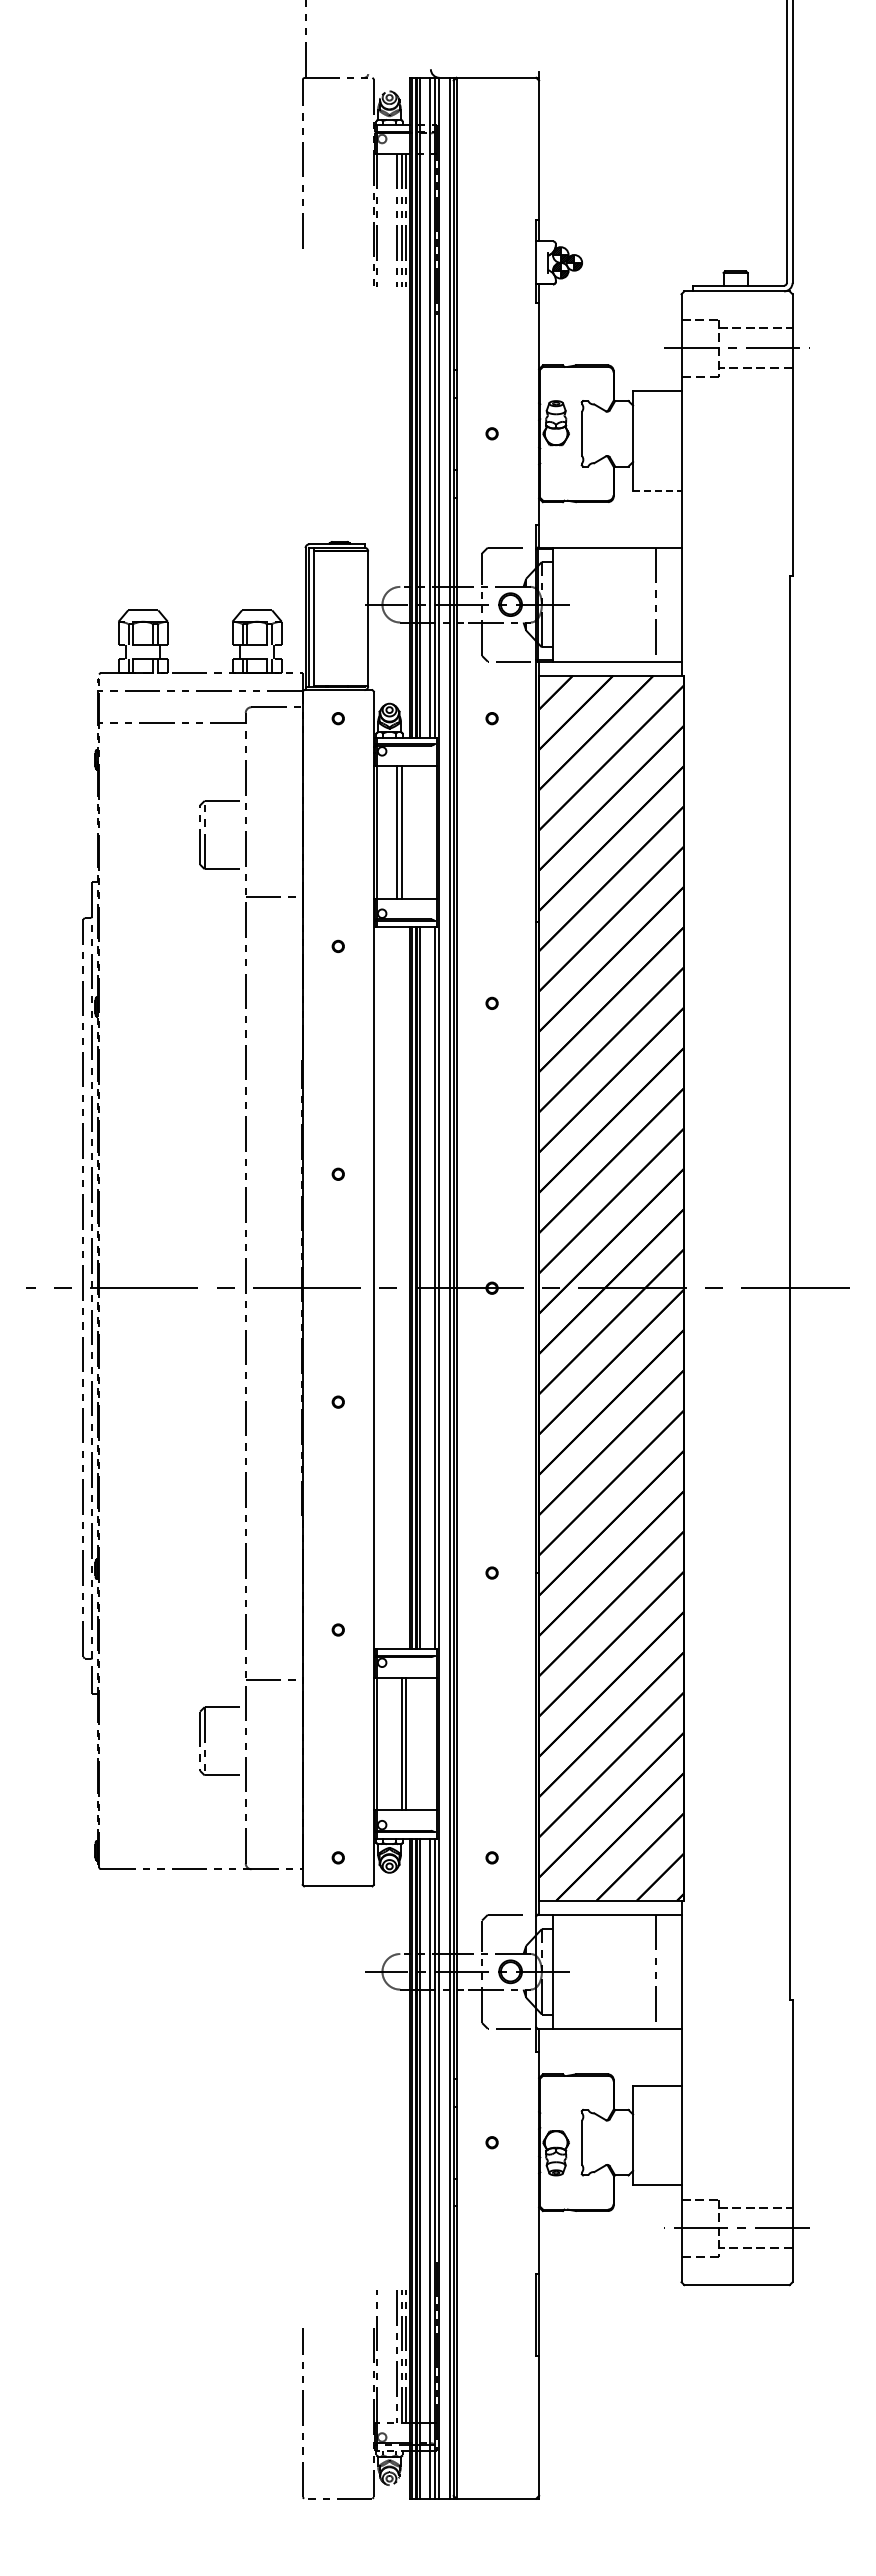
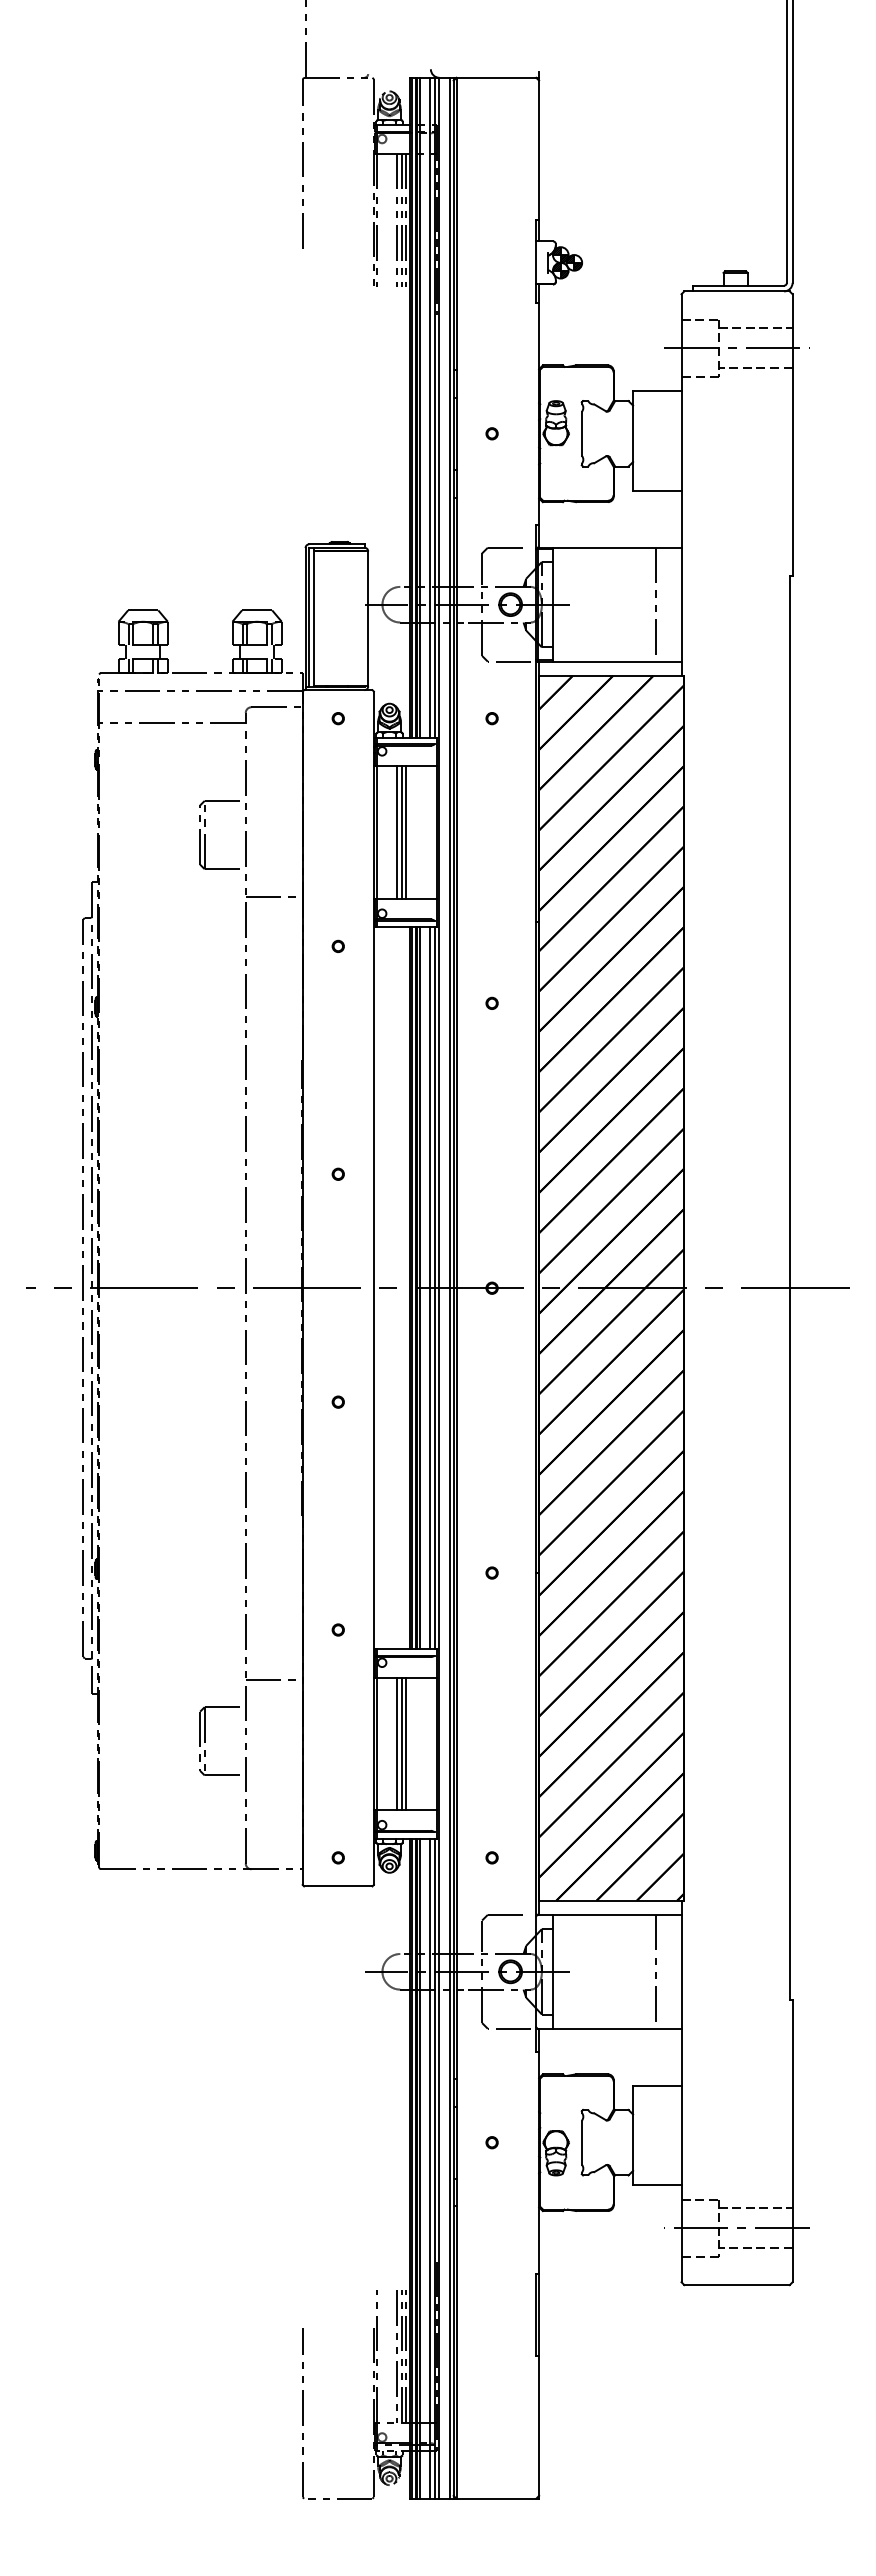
line at (657, 490): dashed -> solid
line at (405, 832): none -> present
line at (430, 1288): none -> present
line at (397, 1743): none -> present
